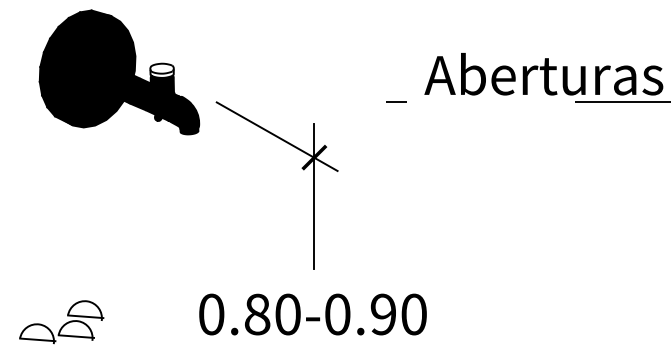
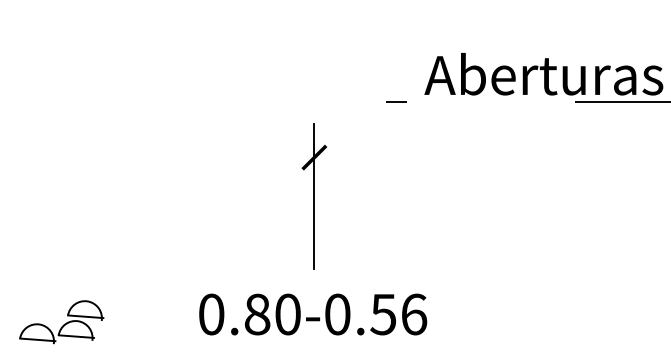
part at (119, 72): present -> none
line at (276, 136): present -> none
text at (398, 314): 0.80-0.90 -> 0.80-0.56
